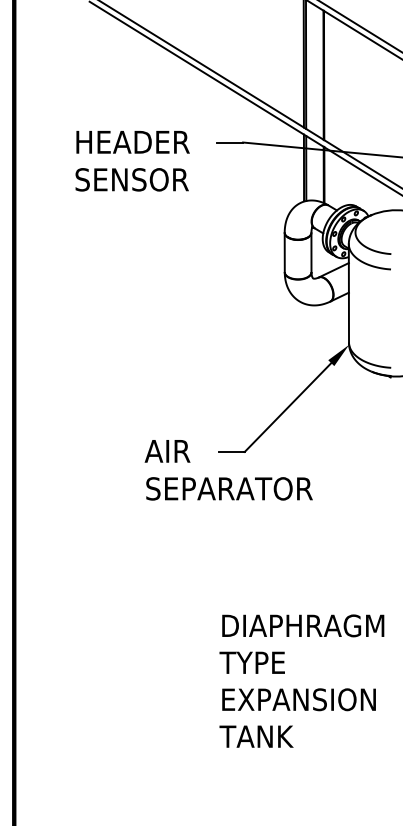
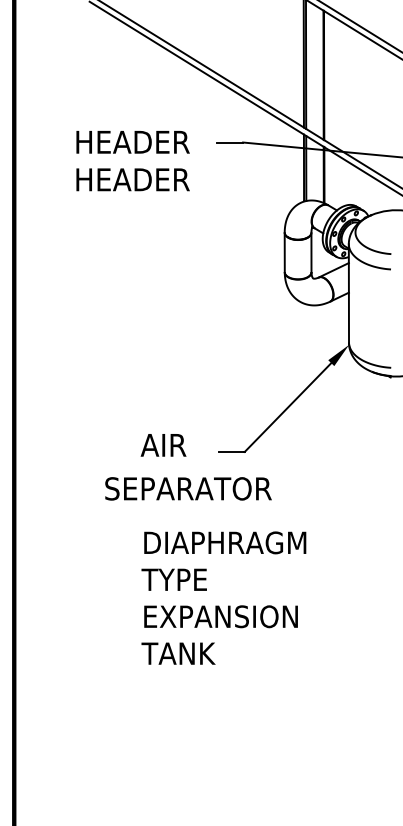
text at (132, 179): SENSOR -> HEADER
text at (167, 451) position: (167, 451) -> (163, 445)
text at (229, 488) position: (229, 488) -> (188, 488)
text at (301, 680) position: (301, 680) -> (223, 597)
